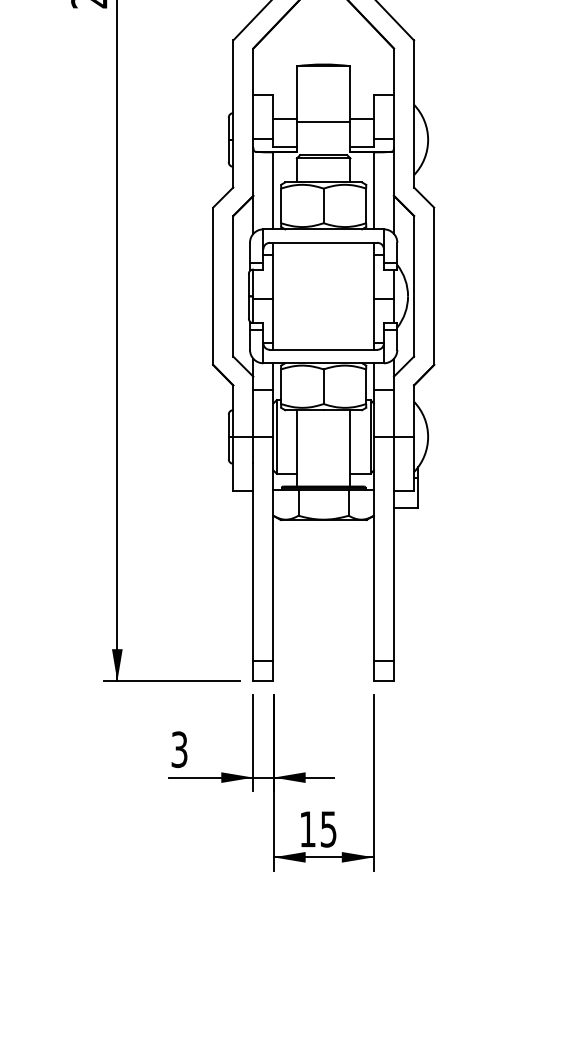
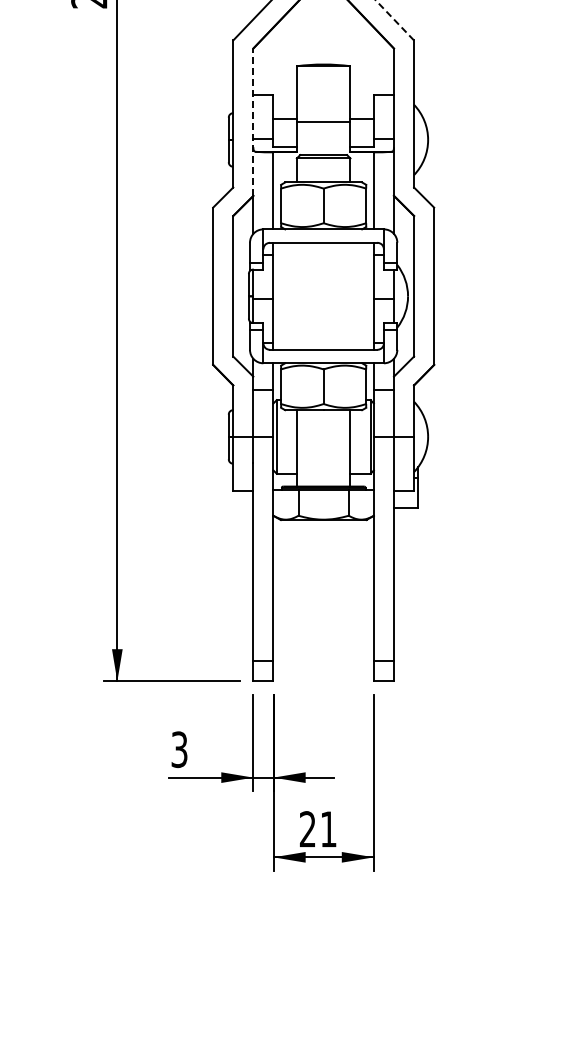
line at (394, 20): solid -> dashed
line at (253, 122): solid -> dashed
text at (317, 829): 15 -> 21
